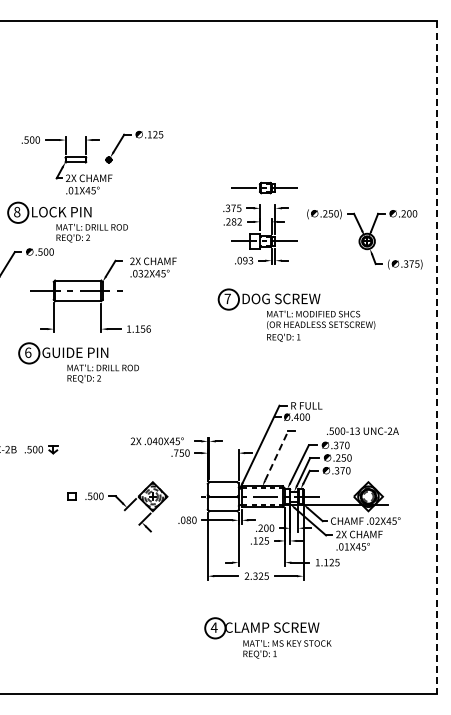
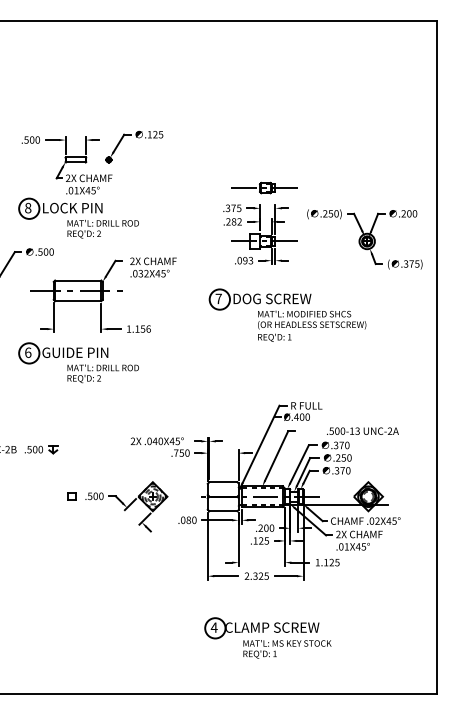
part at (67, 221) position: (67, 221) -> (78, 217)
part at (296, 314) position: (296, 314) -> (287, 314)
line at (437, 357): dashed -> solid
line at (276, 455): dashed -> solid
